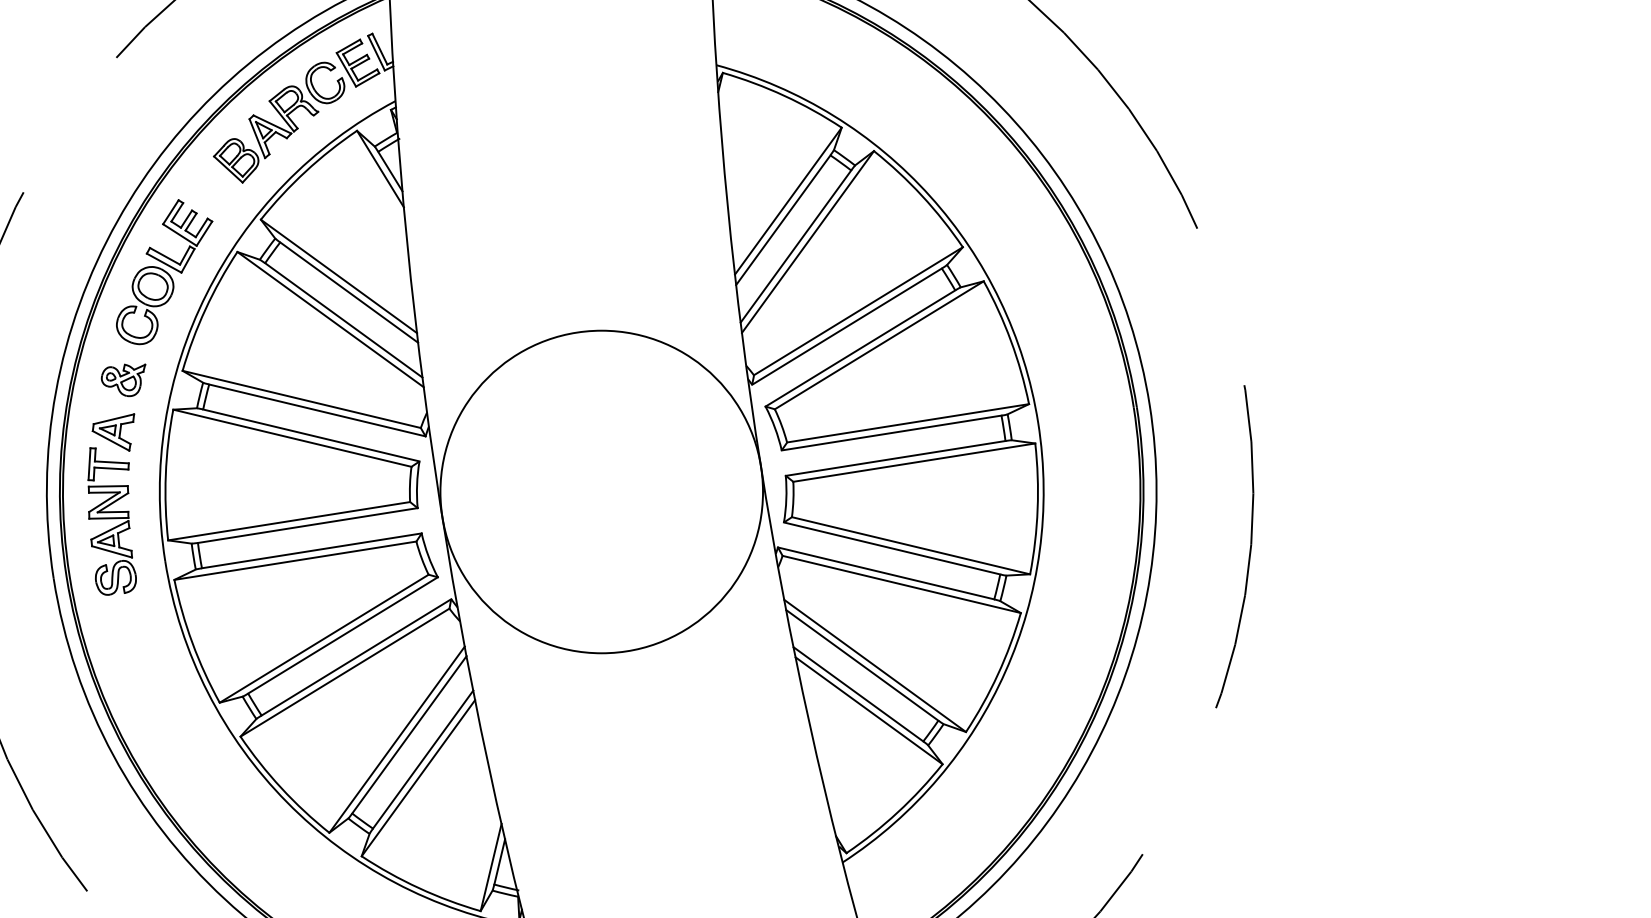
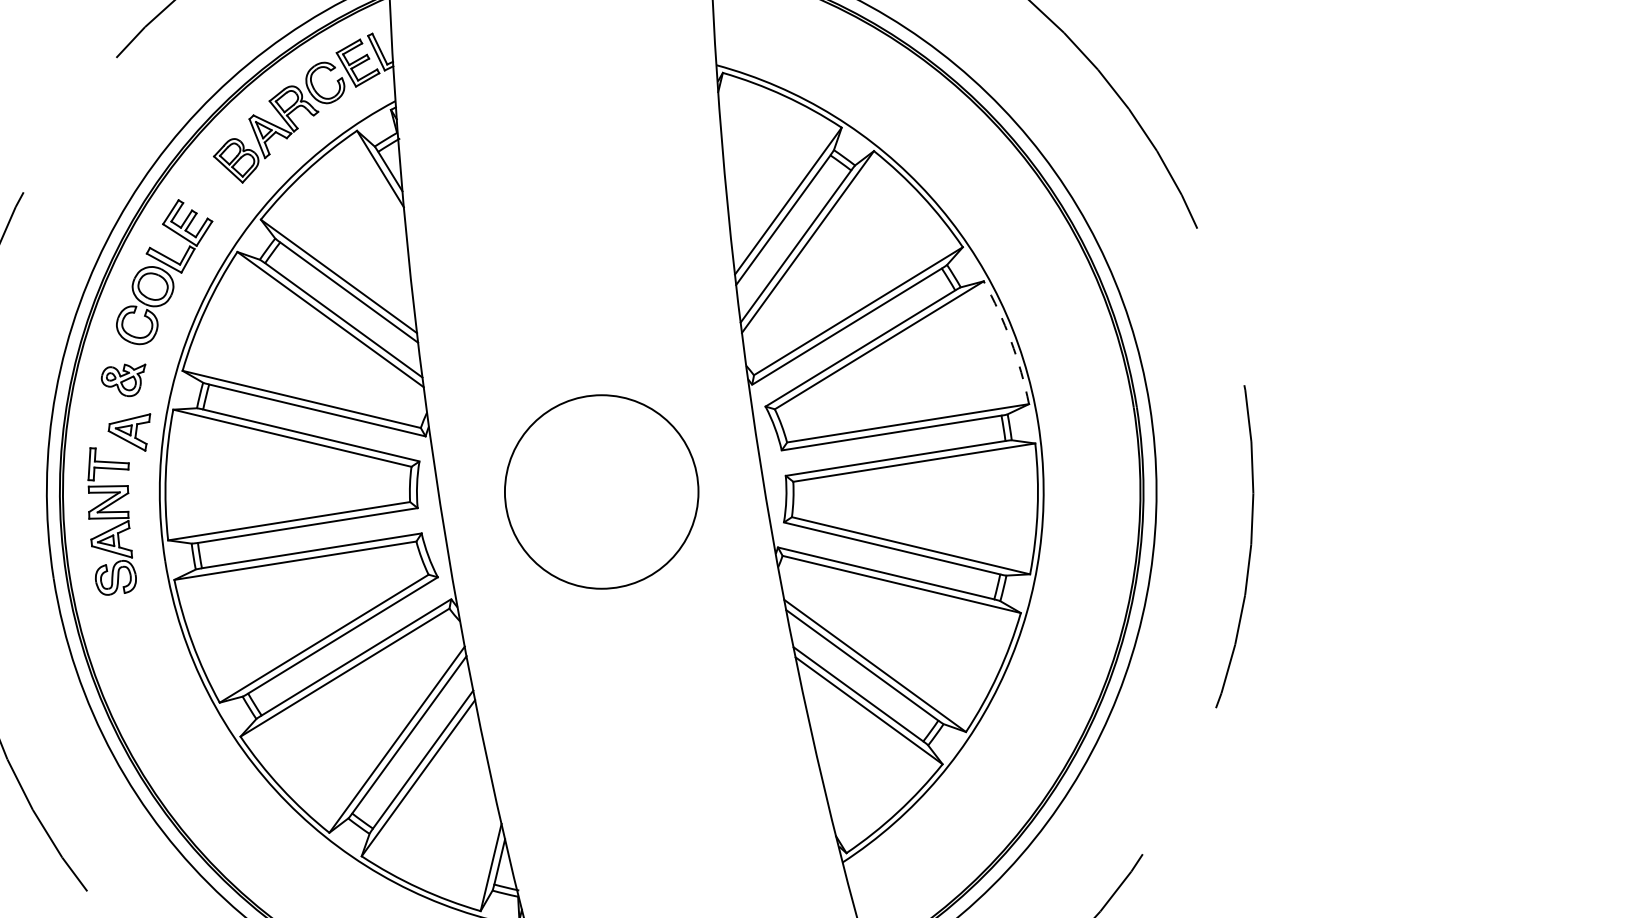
arc at (1011, 341): solid -> dashed
part at (113, 432) position: (113, 432) -> (129, 432)
circle at (601, 491) diameter: 323 px -> 194 px
